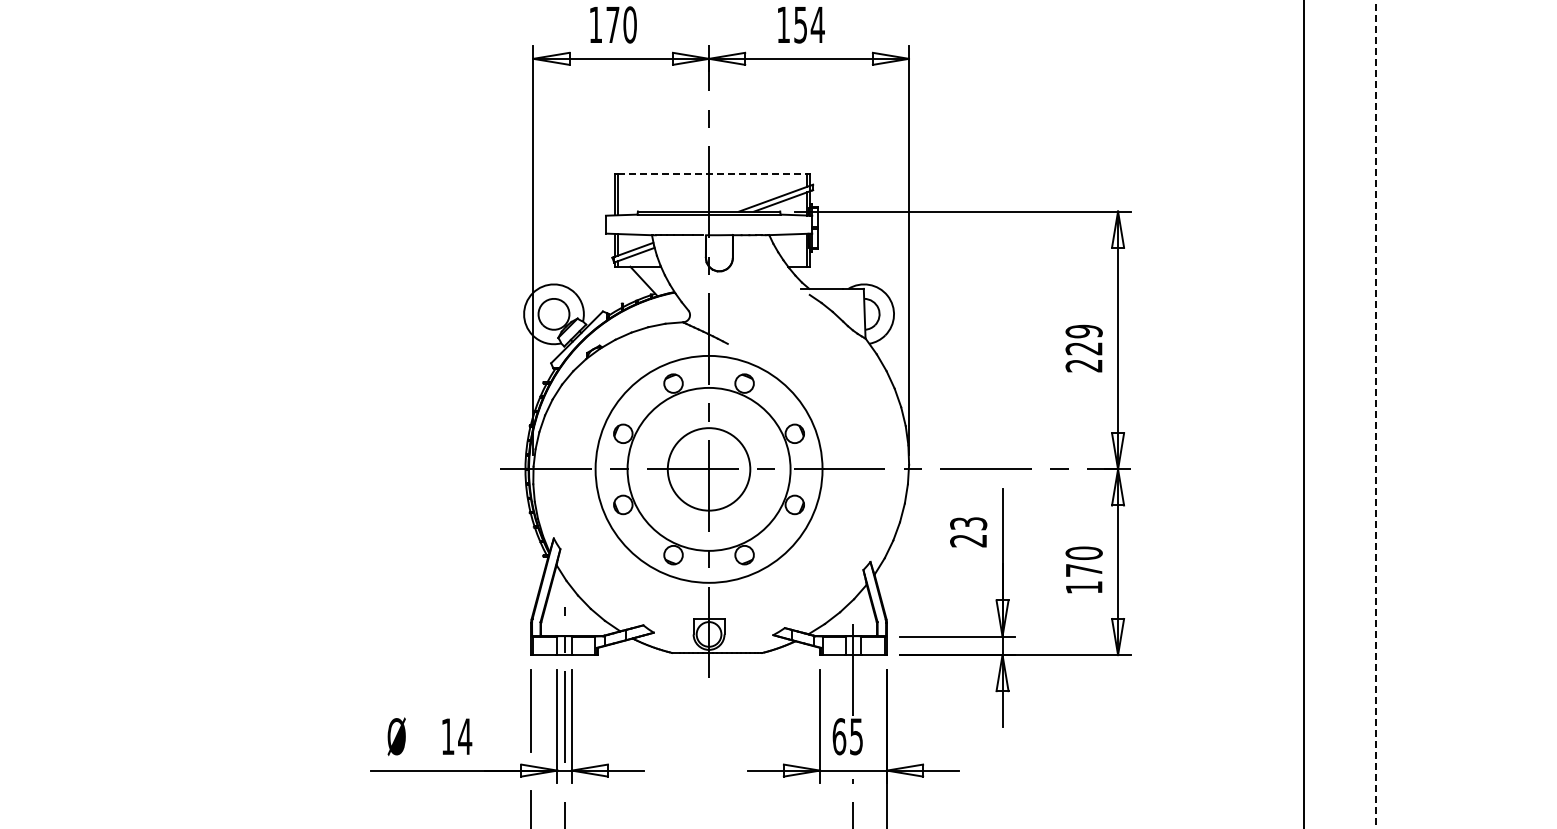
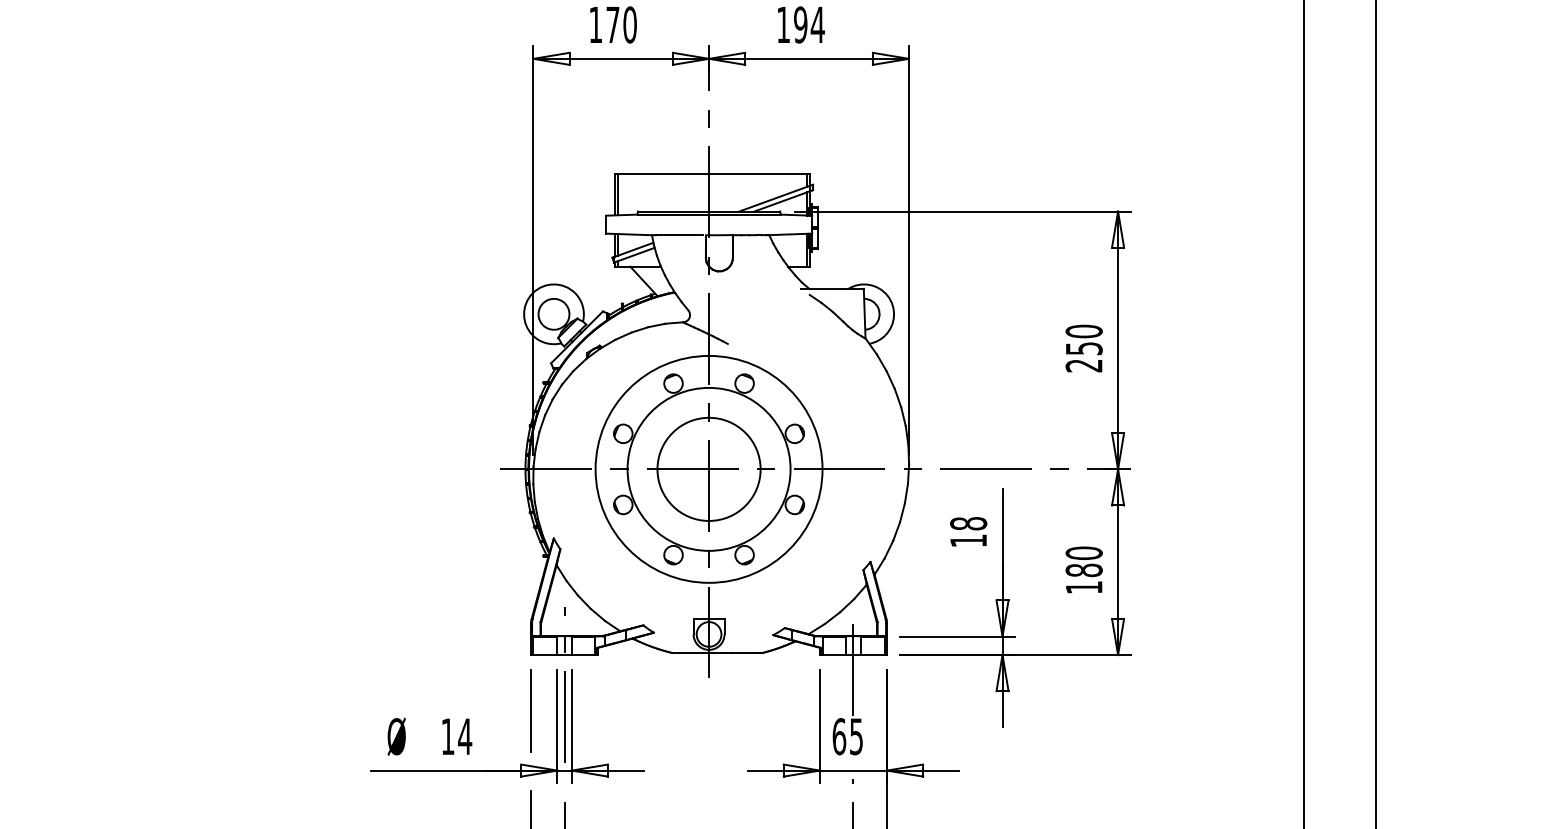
text at (800, 24): 154 -> 194
line at (712, 174): dashed -> solid
text at (1083, 339): 229 -> 250
line at (1376, 414): dashed -> solid
circle at (708, 469) diameter: 83 px -> 103 px
text at (968, 532): 23 -> 18
text at (1083, 570): 170 -> 180
